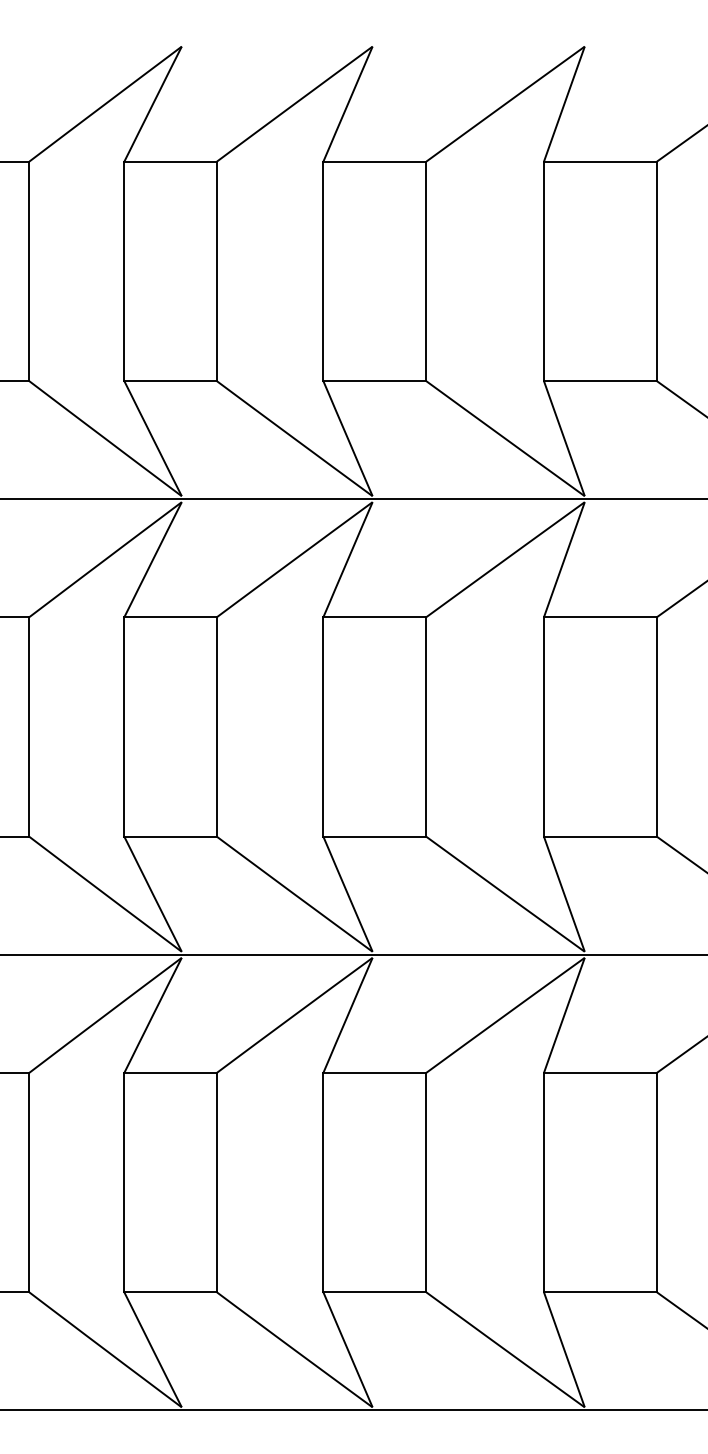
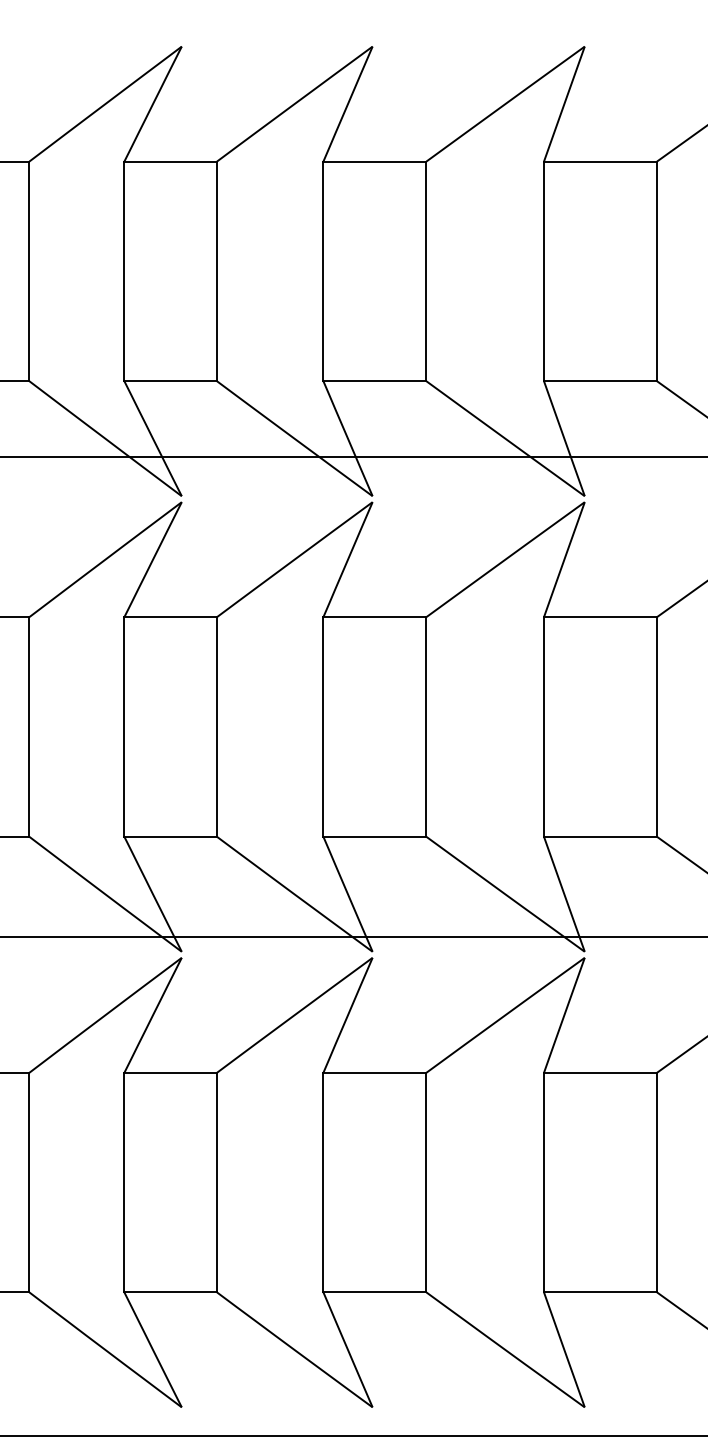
line at (353, 499) position: (353, 499) -> (353, 457)
line at (353, 954) position: (353, 954) -> (353, 936)
line at (353, 1410) position: (353, 1410) -> (353, 1436)
